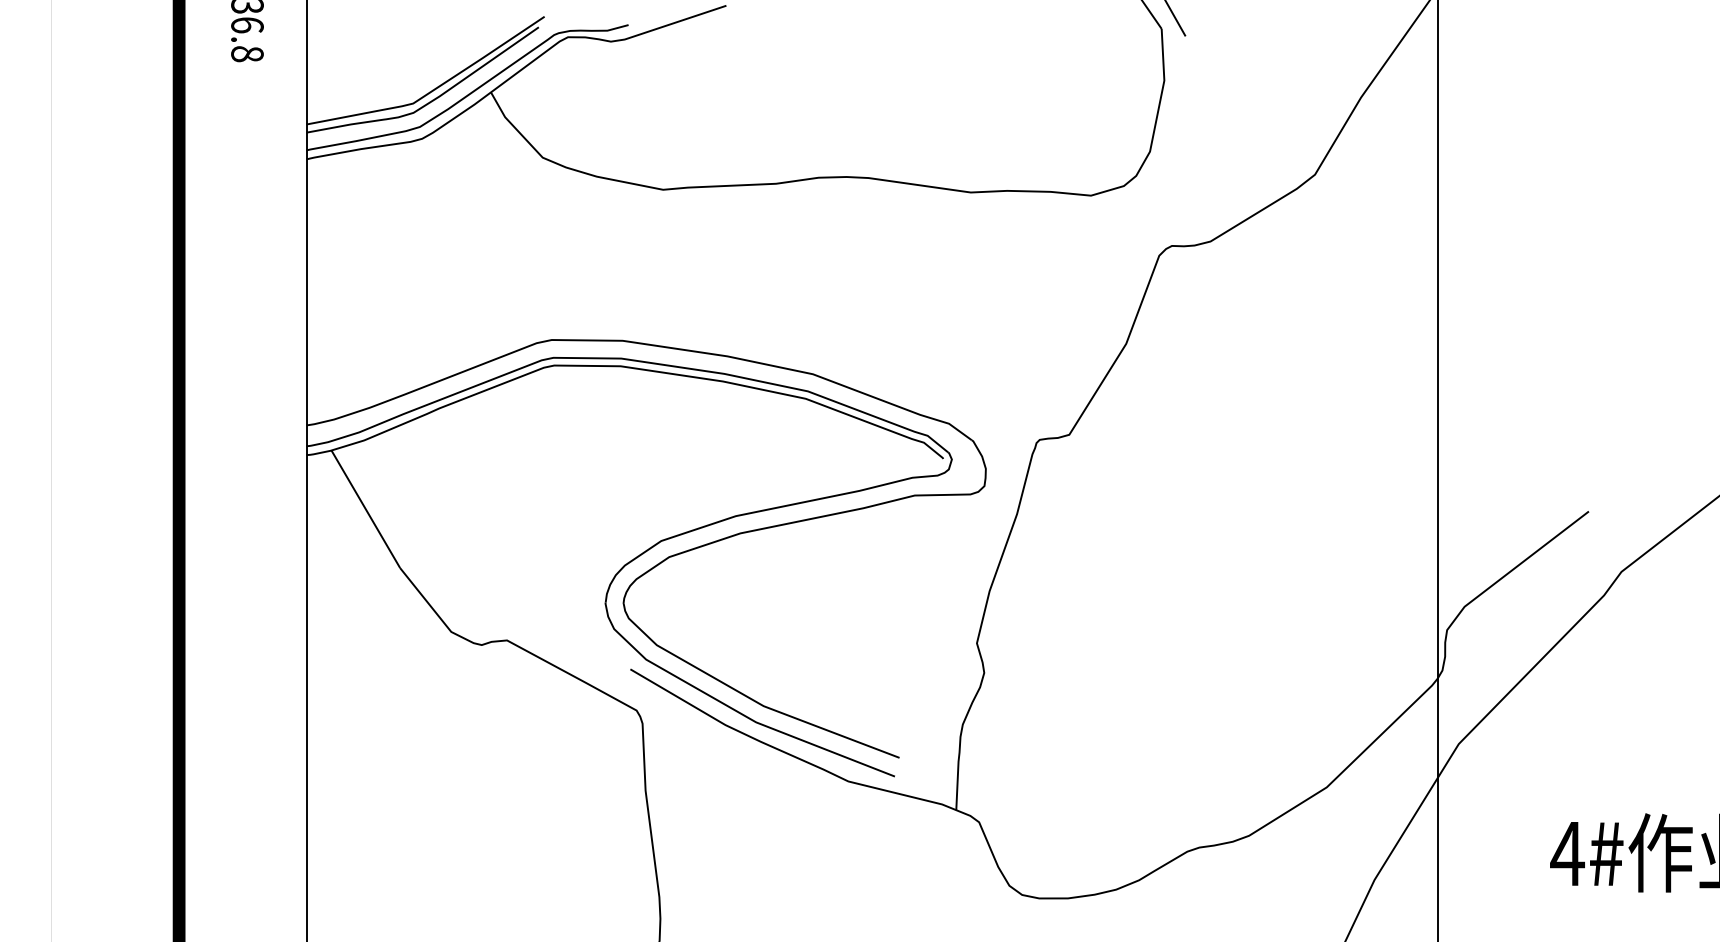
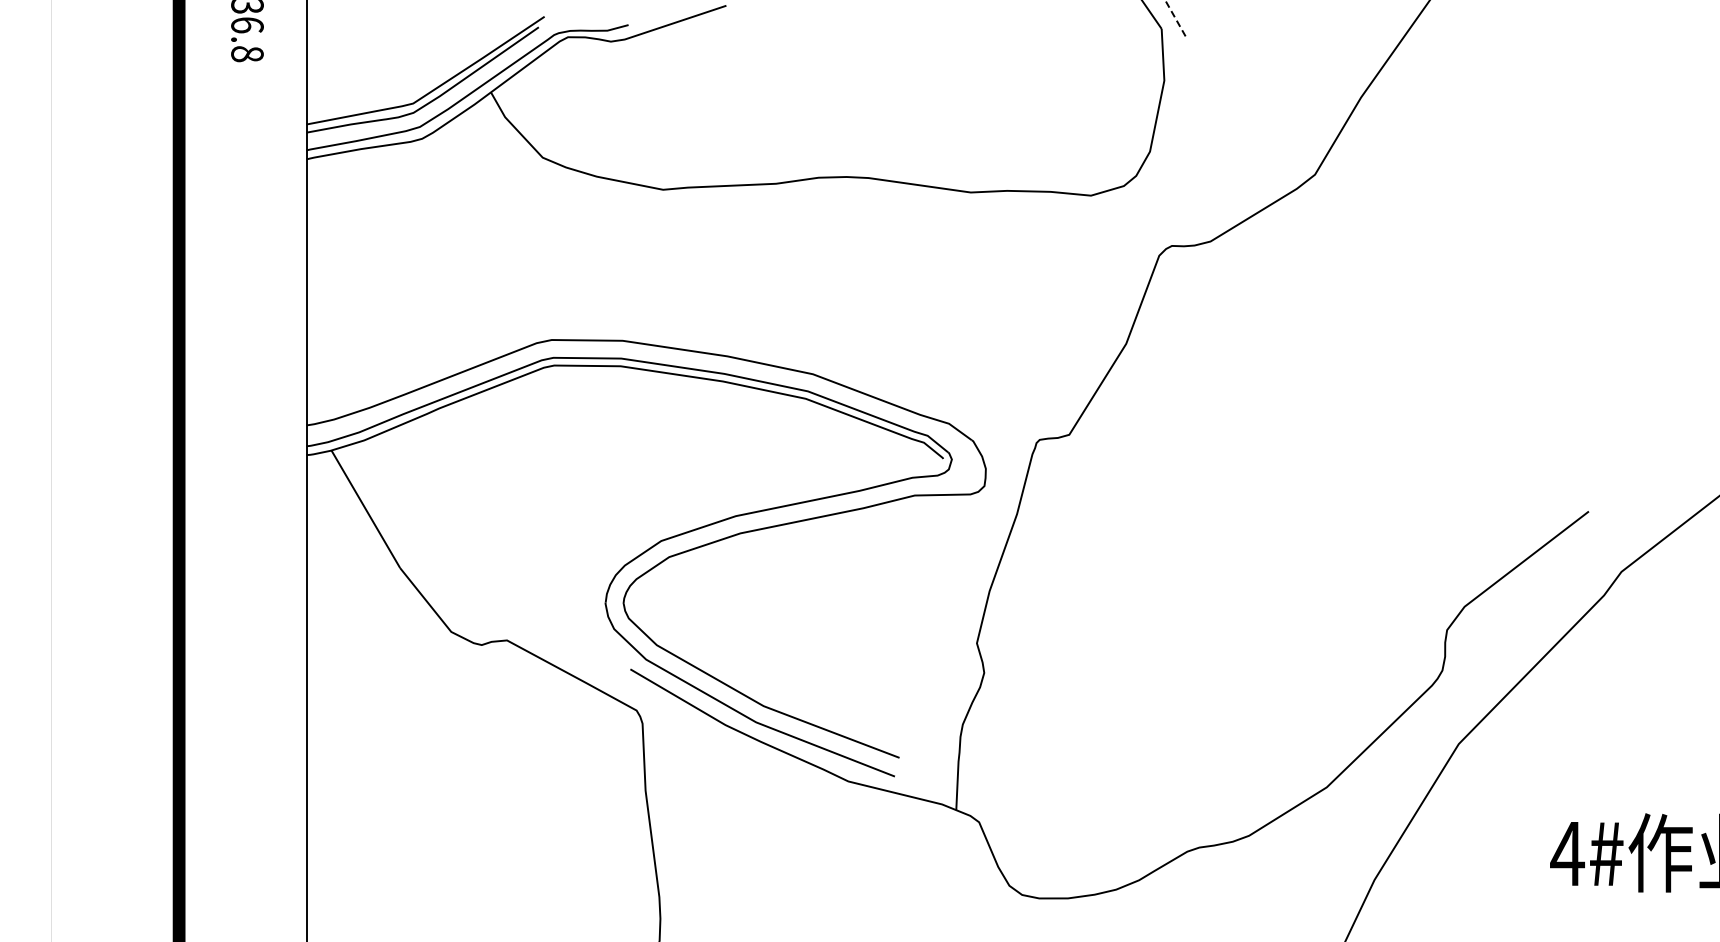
line at (1175, 18): solid -> dashed
line at (1438, 470): present -> none
